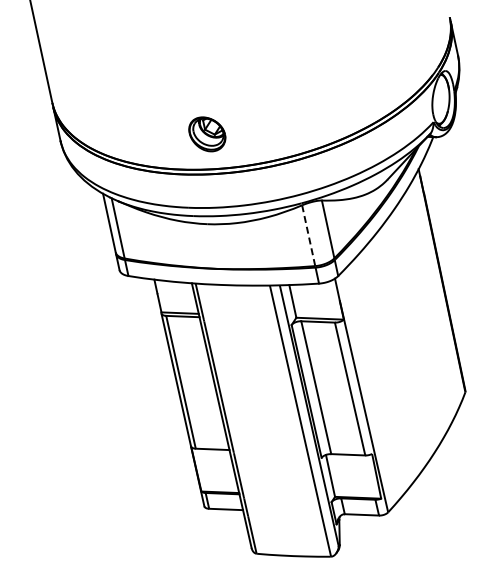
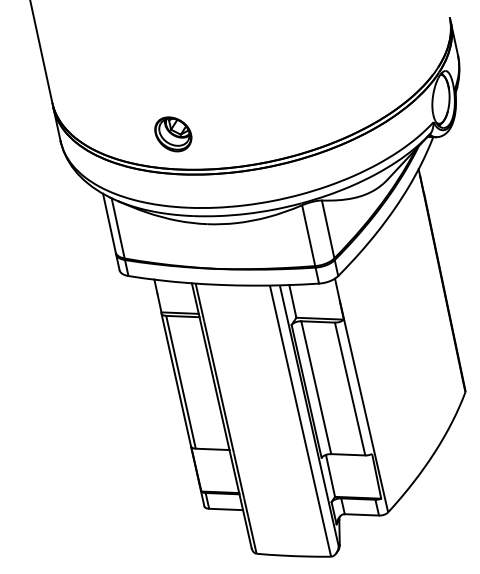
part at (207, 134) position: (207, 134) -> (173, 134)
line at (308, 236): dashed -> solid
